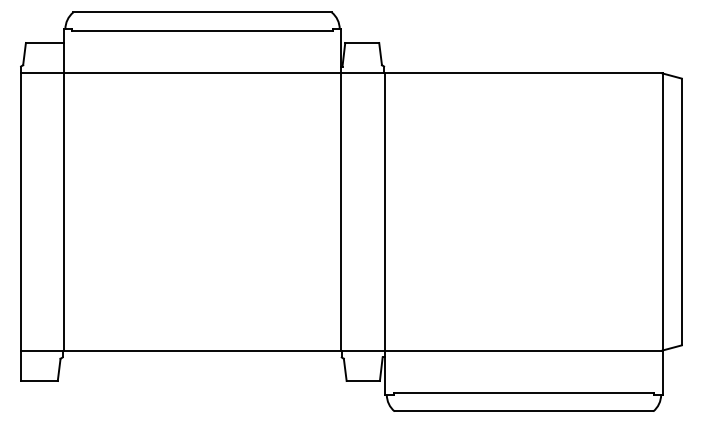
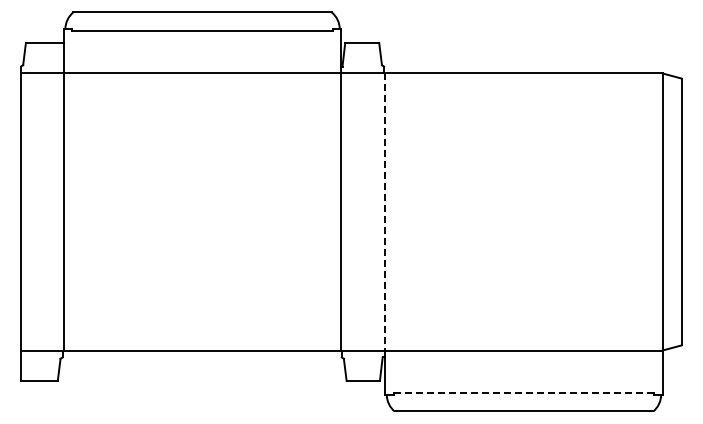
line at (385, 211): solid -> dashed
line at (524, 393): solid -> dashed
